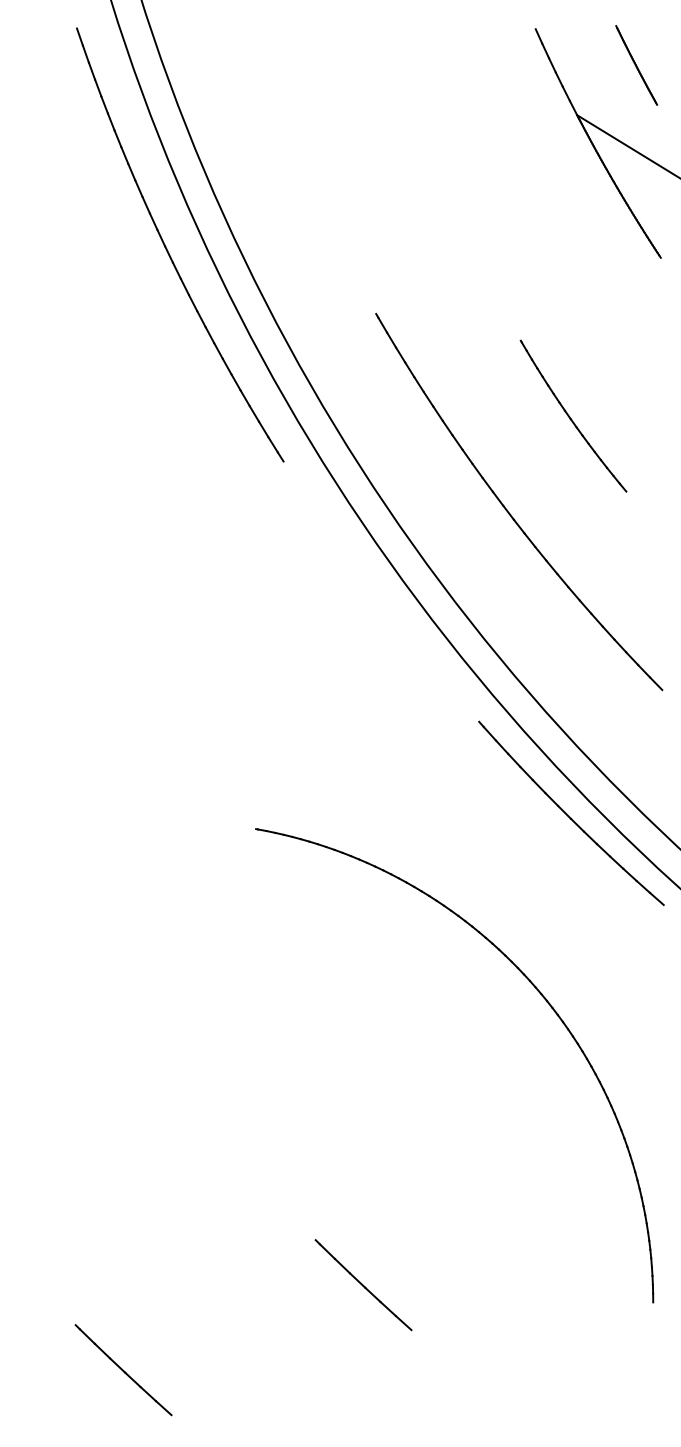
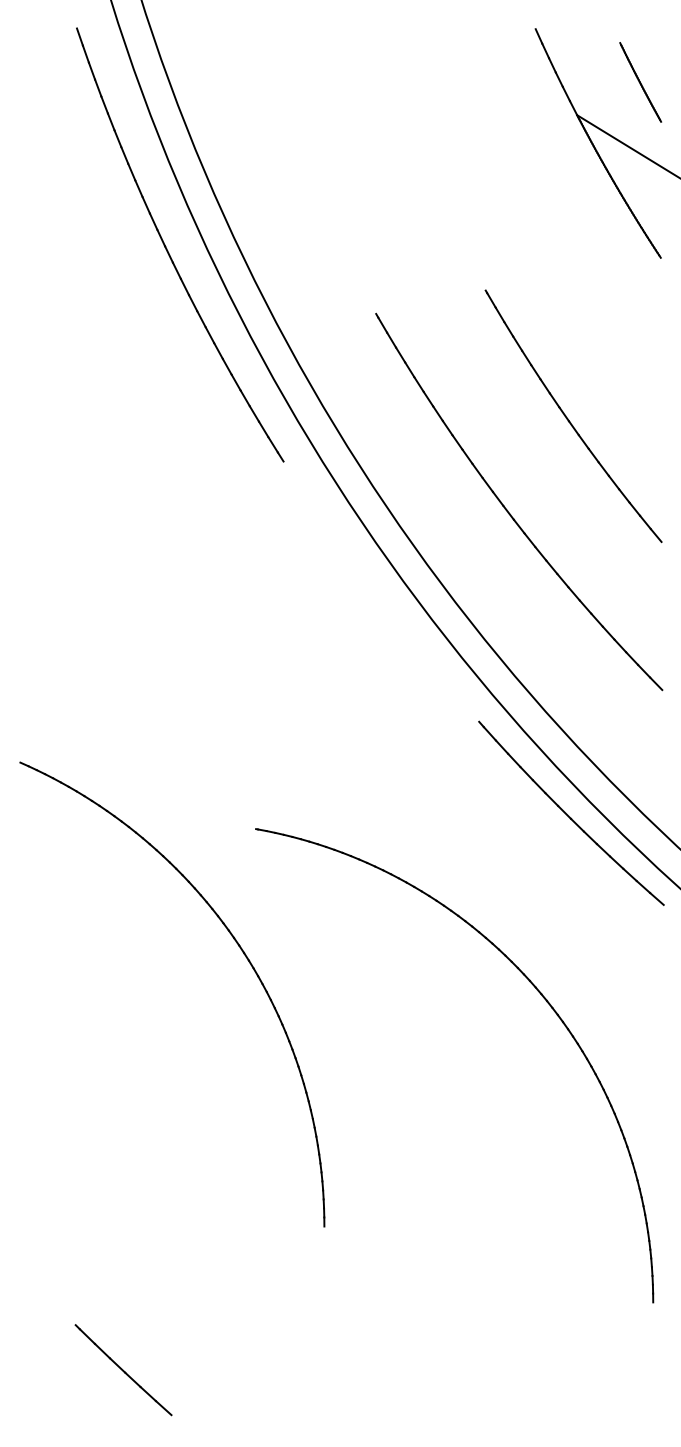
line at (636, 65) position: (636, 65) -> (640, 82)
part at (573, 415) size: 109x154 px -> 179x254 px
part at (243, 954): none -> present
line at (363, 1285): present -> none
